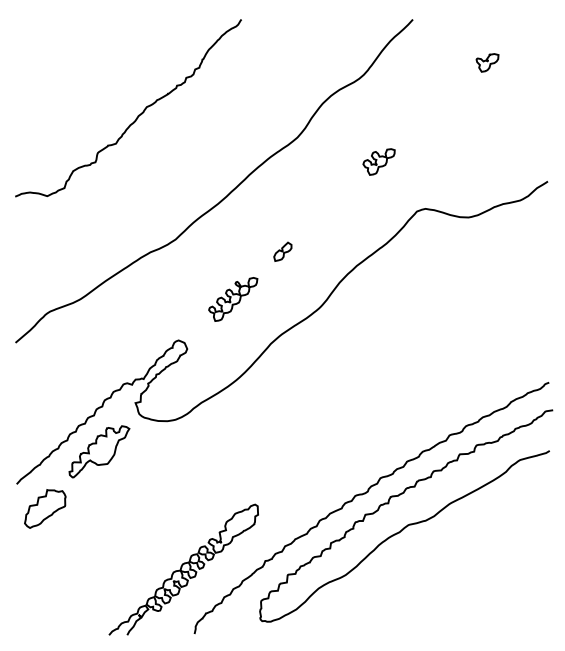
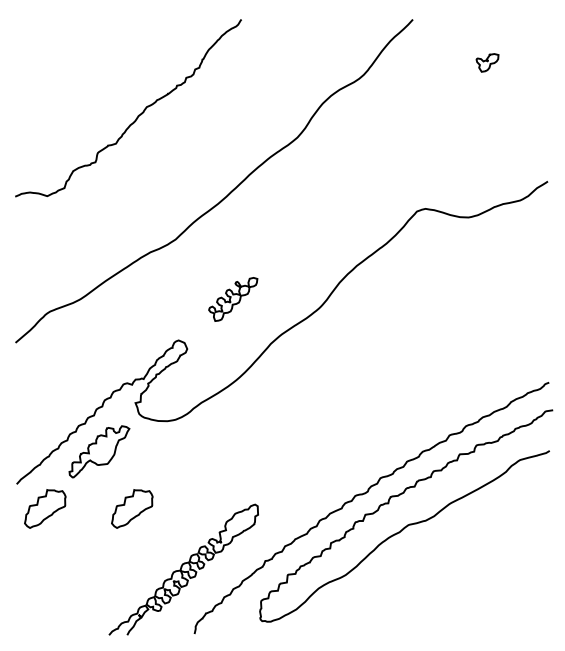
part at (378, 161): present -> none
part at (282, 251): present -> none
part at (132, 508): none -> present
